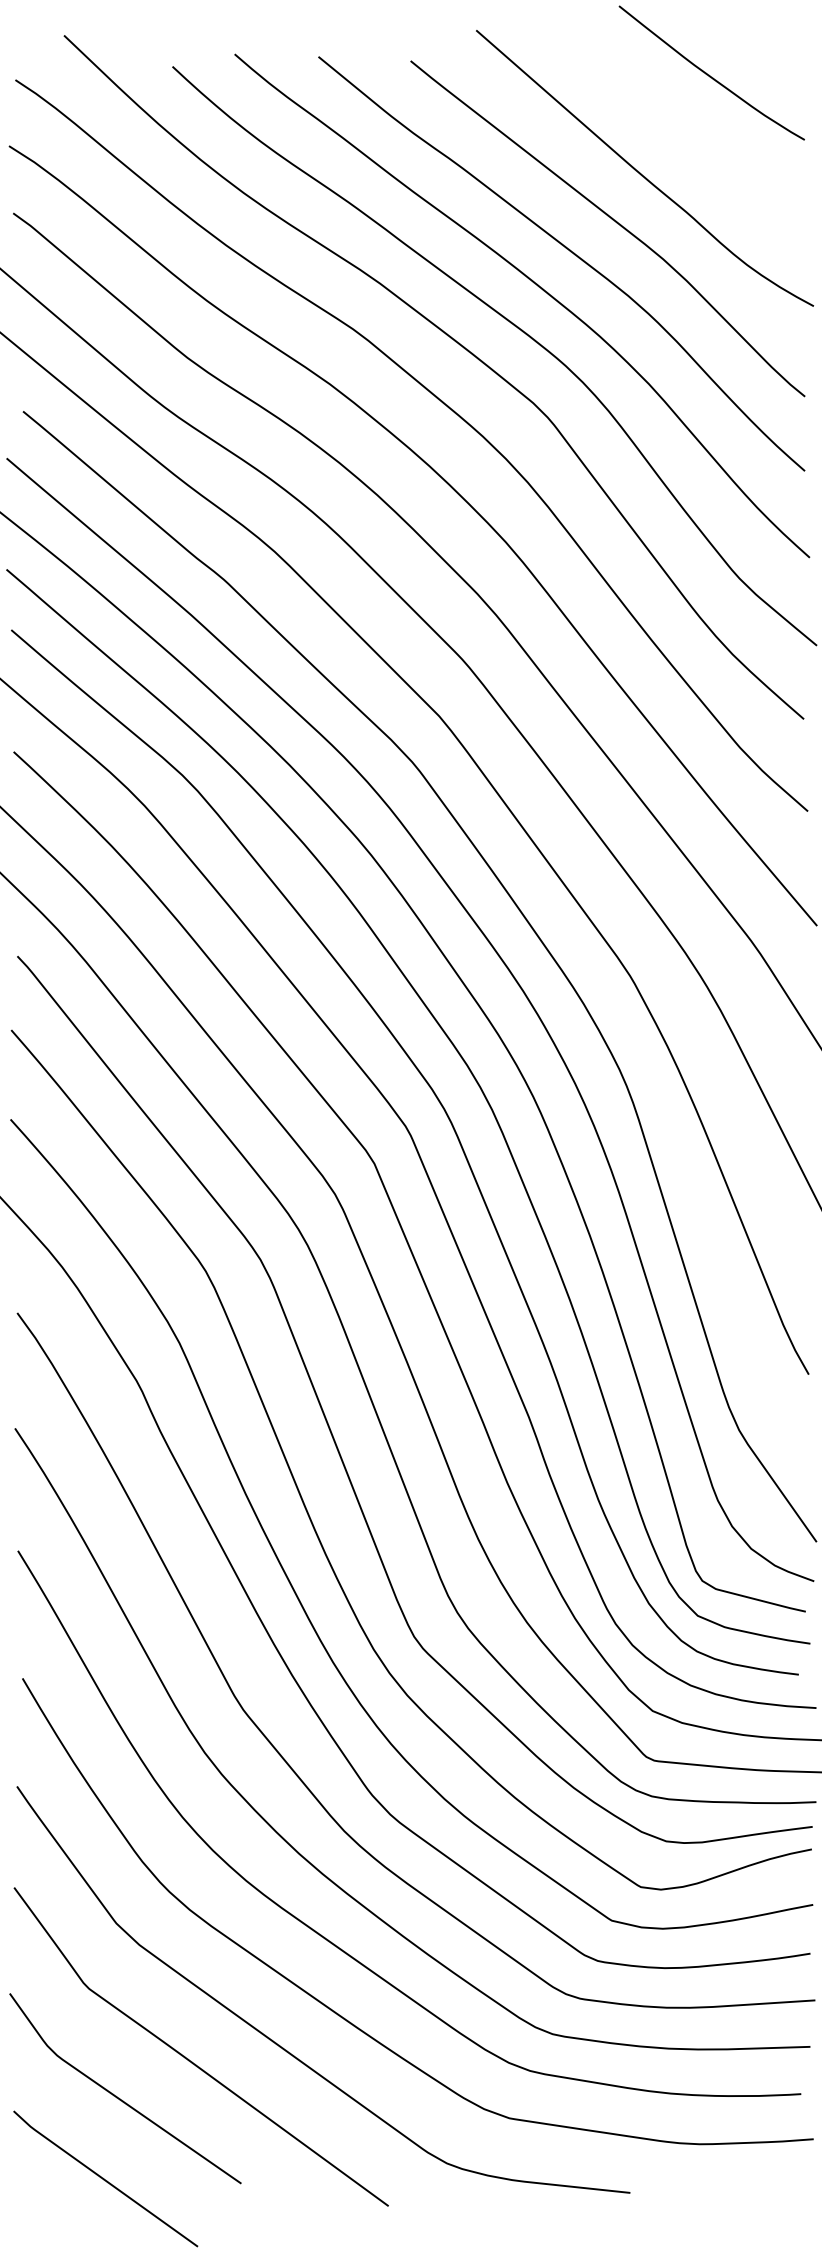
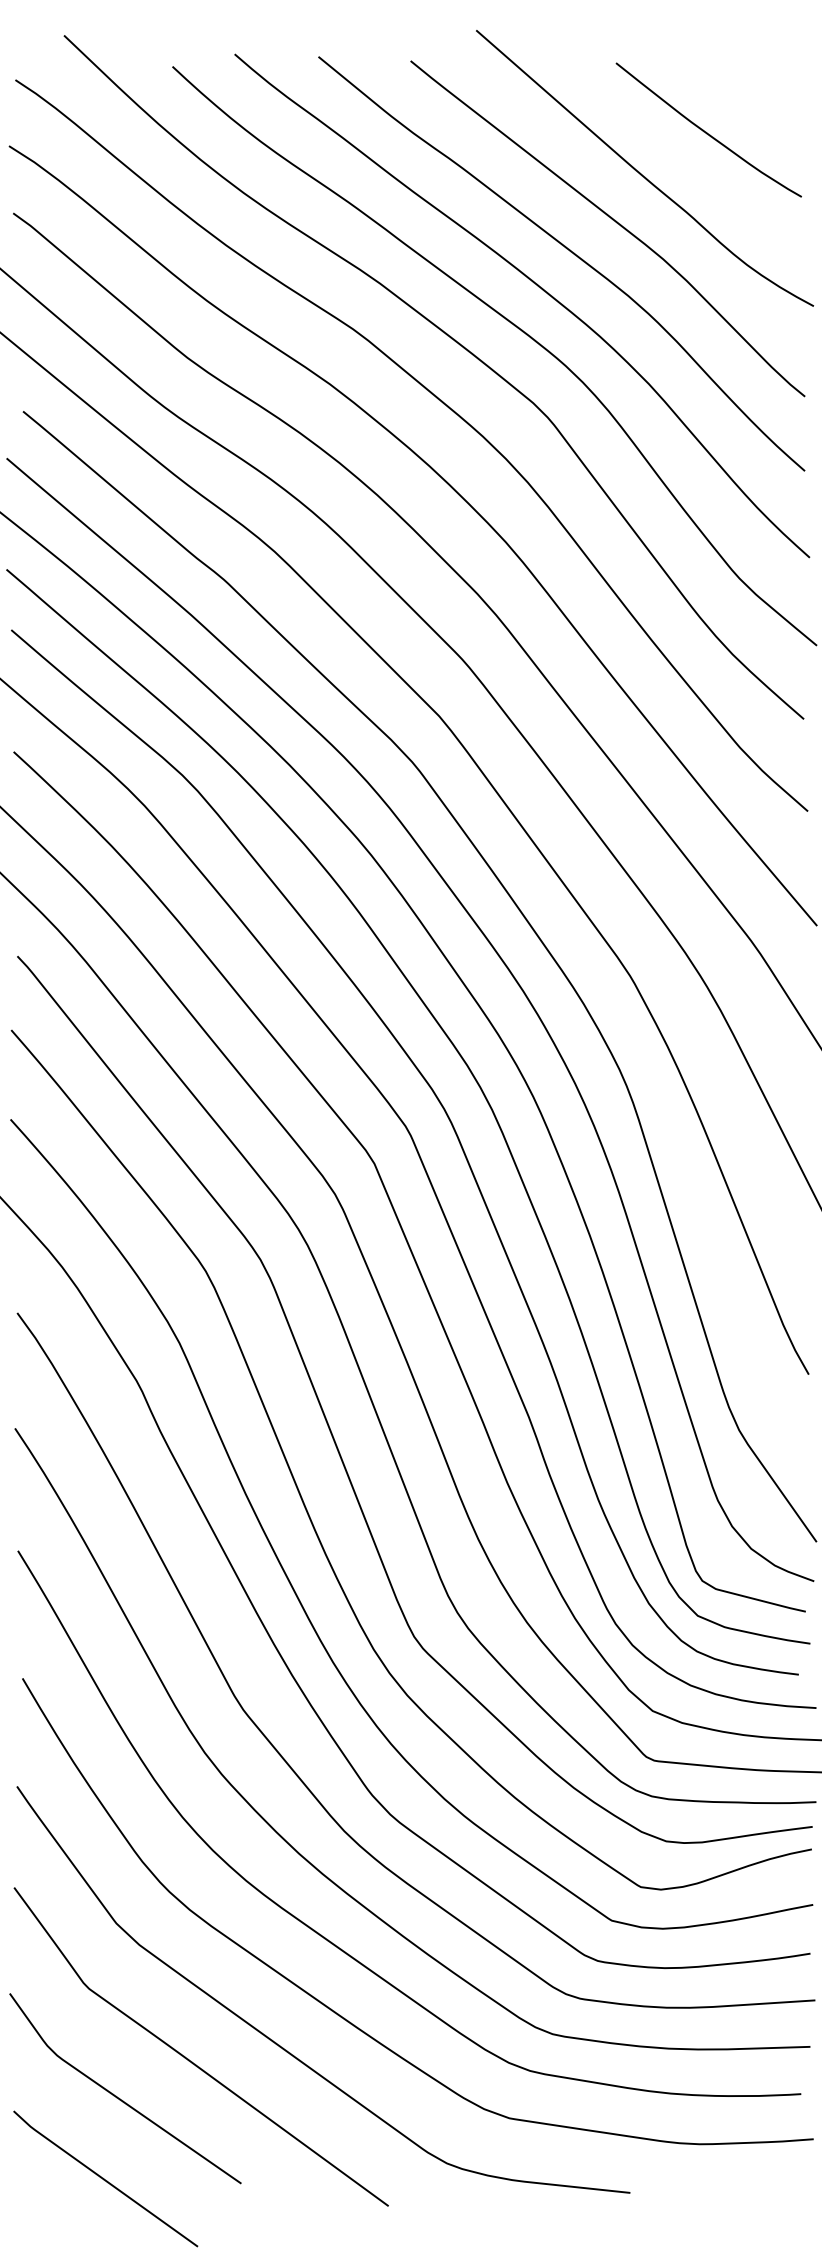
curve at (709, 74) position: (709, 74) -> (706, 131)
